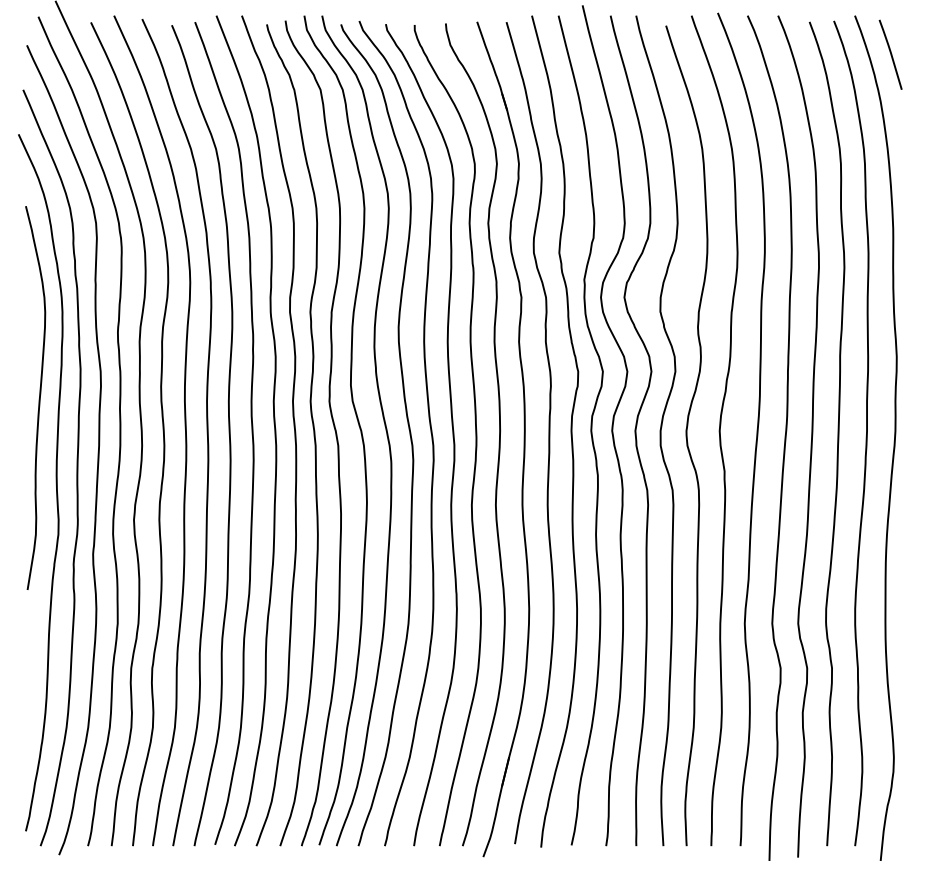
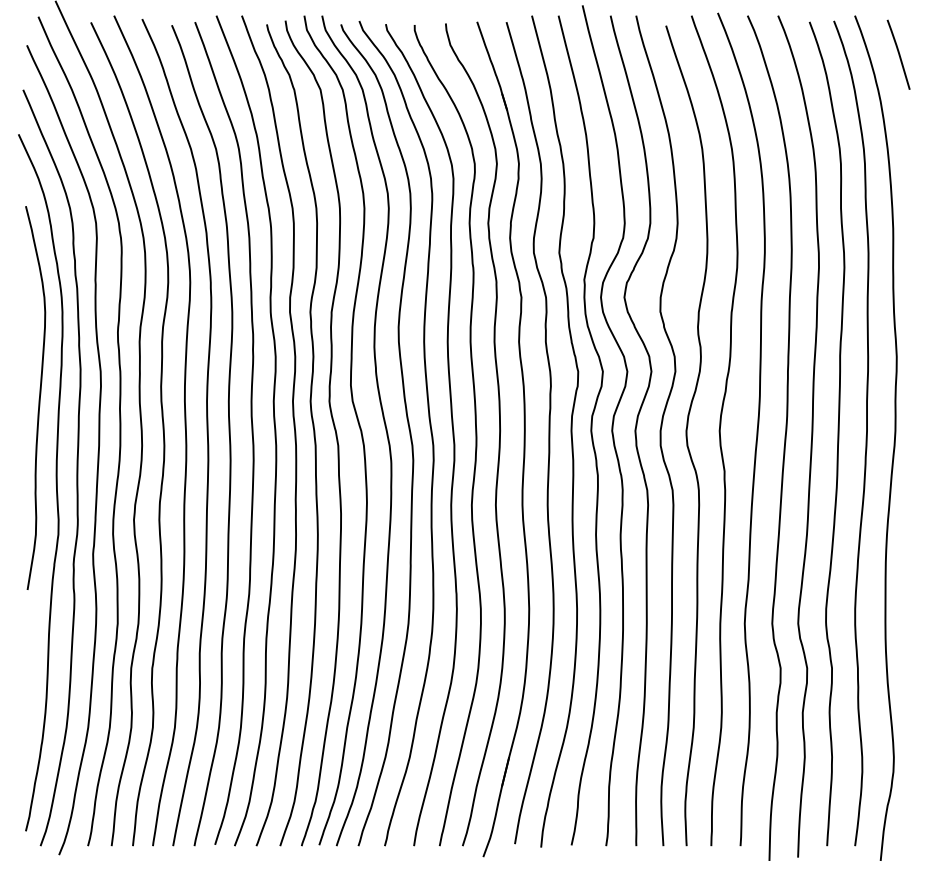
line at (890, 54) position: (890, 54) -> (898, 54)
